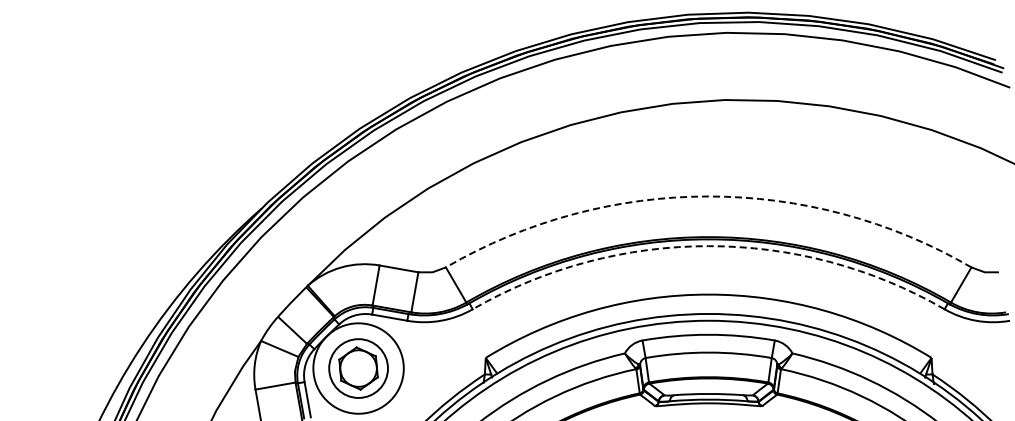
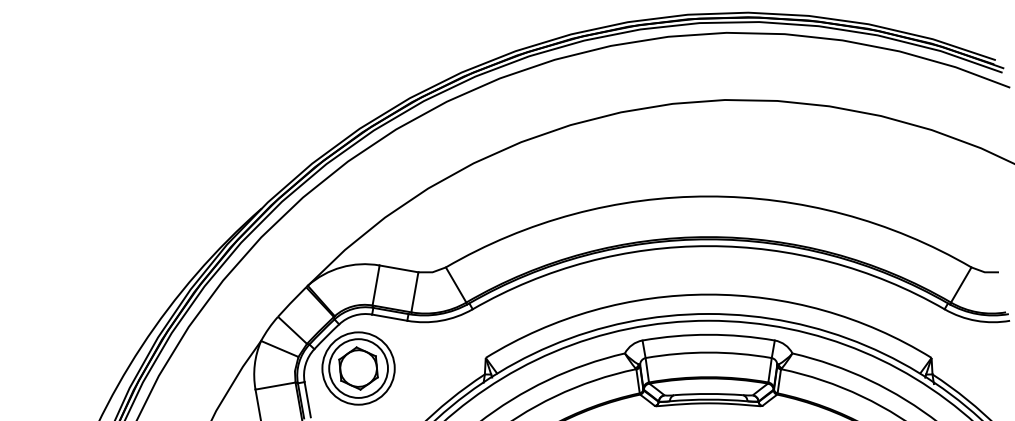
arc at (708, 196): dashed -> solid
arc at (708, 246): dashed -> solid
circle at (358, 368) diameter: 90 px -> 72 px
